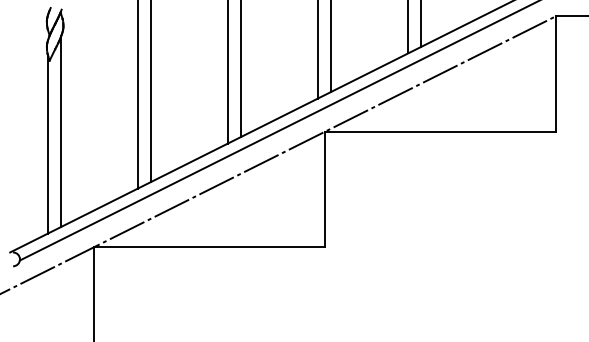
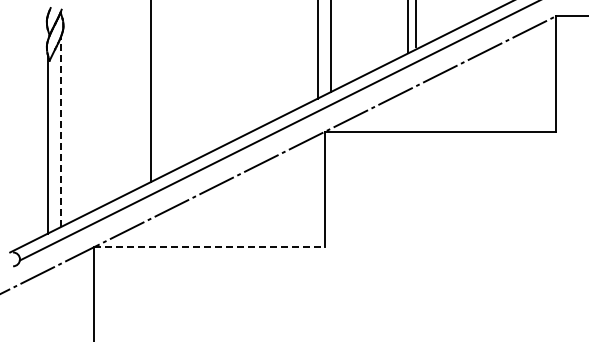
line at (421, 24) position: (421, 24) -> (416, 24)
line at (241, 69): present -> none
line at (228, 72): present -> none
line at (138, 95): present -> none
line at (61, 131): solid -> dashed
line at (209, 247): solid -> dashed
